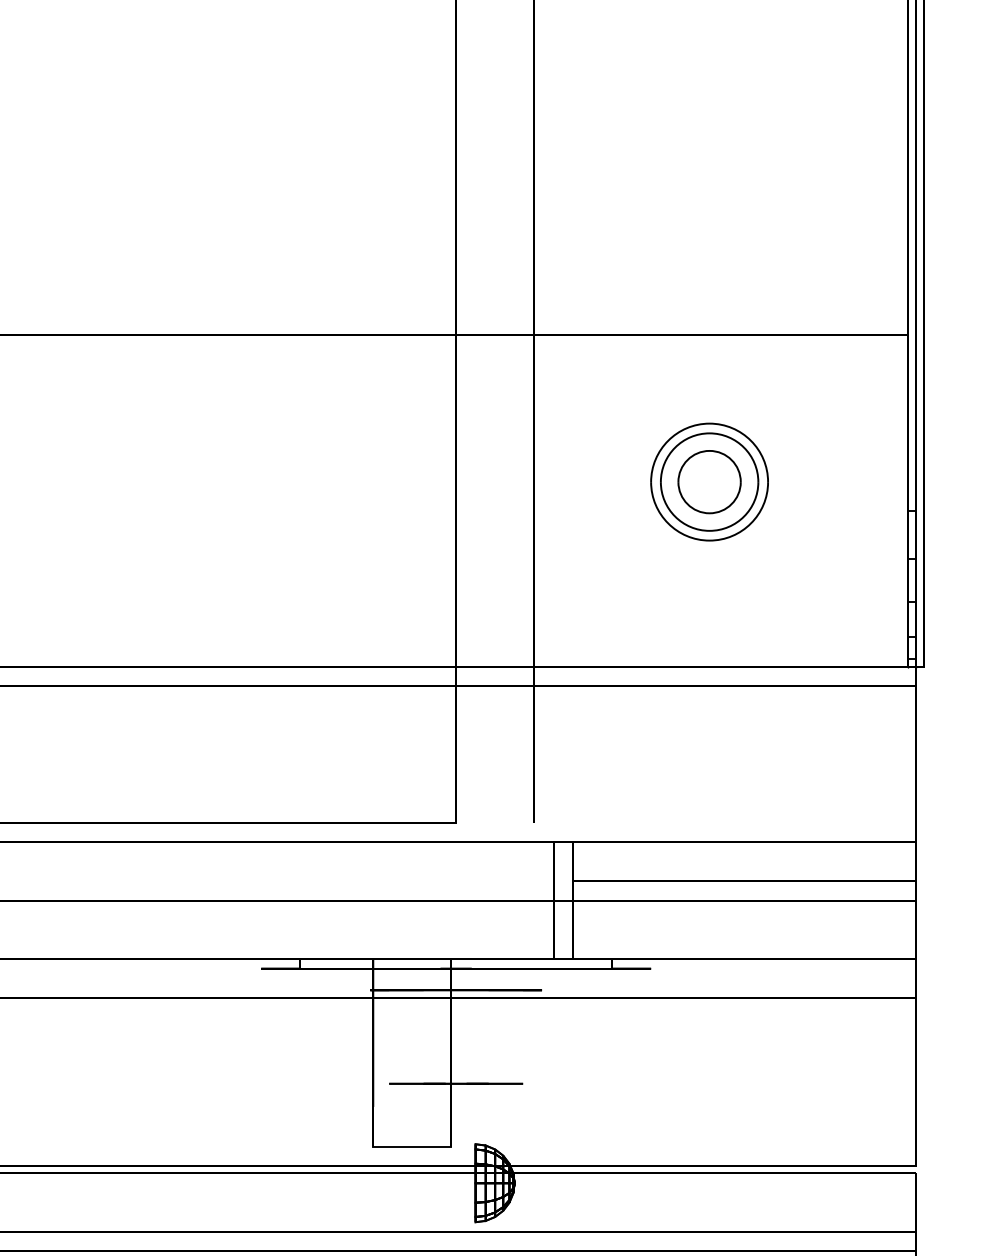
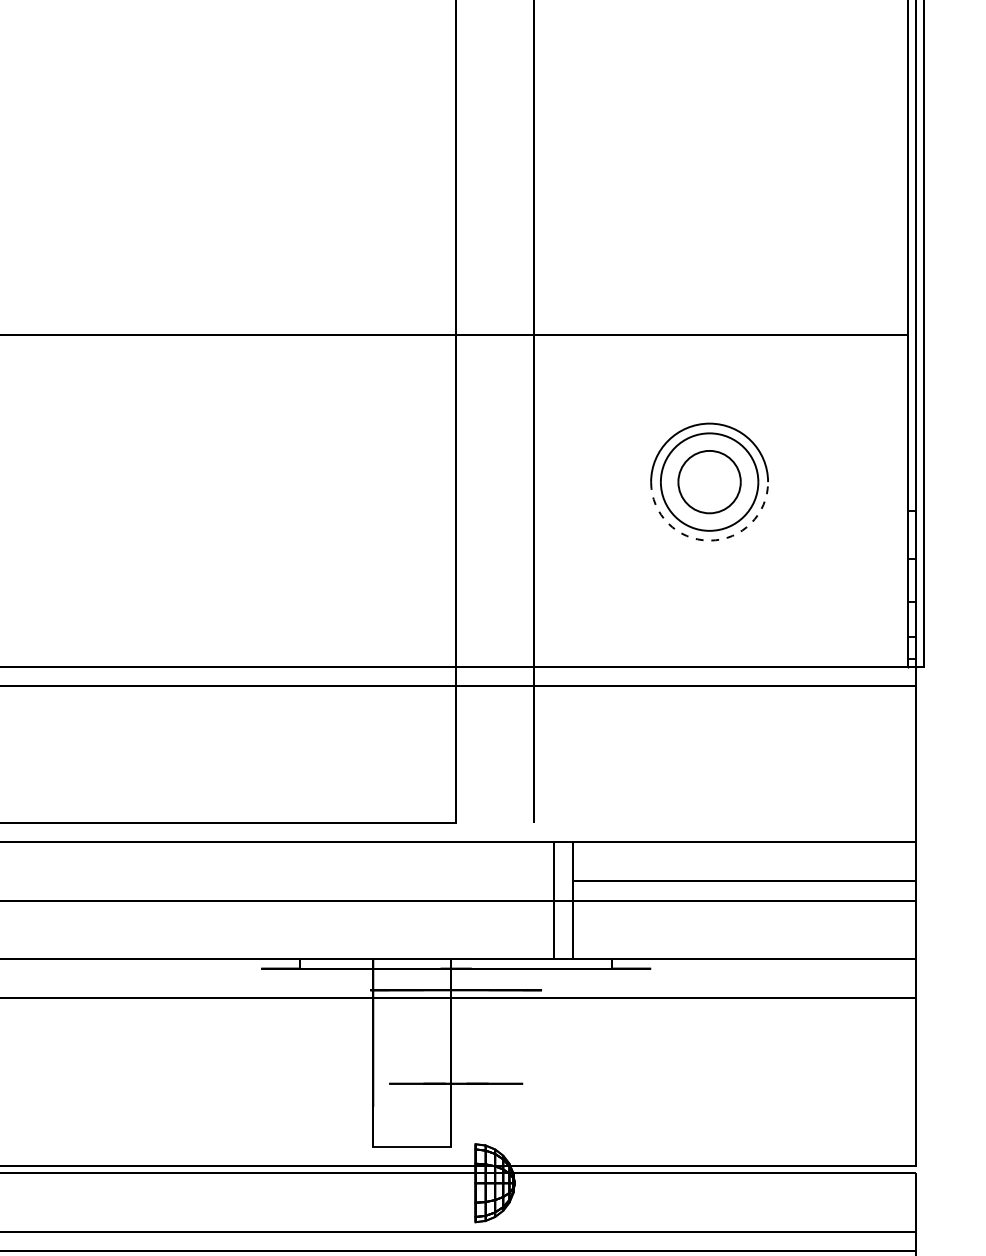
arc at (709, 540): solid -> dashed
